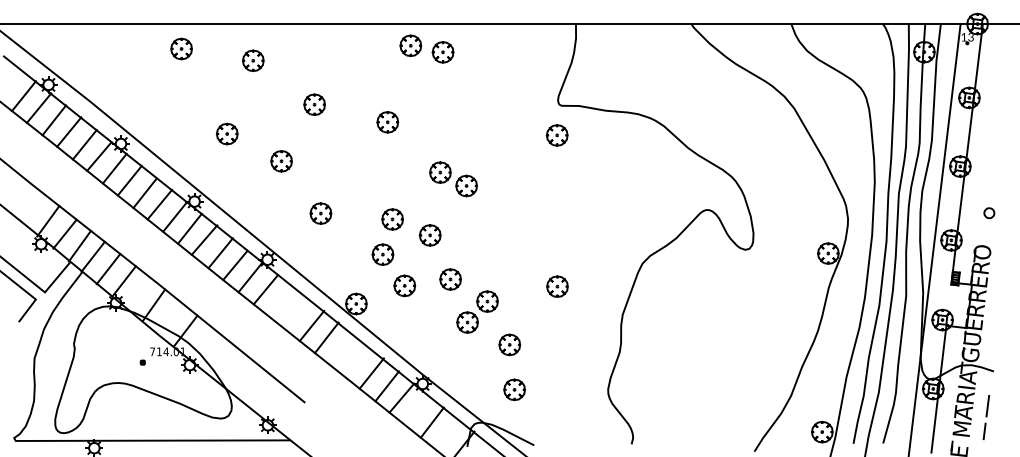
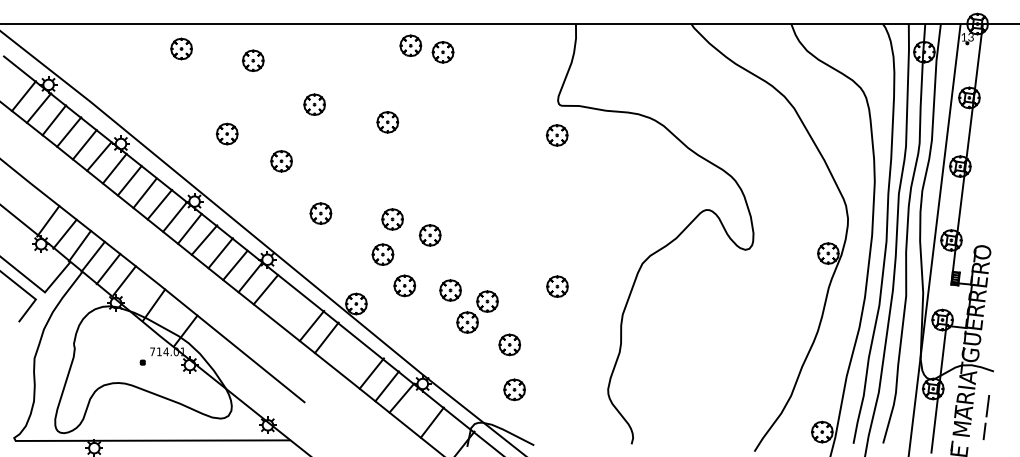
part at (453, 179): present -> none
part at (989, 213): present -> none
part at (450, 279) position: (450, 279) -> (450, 290)
